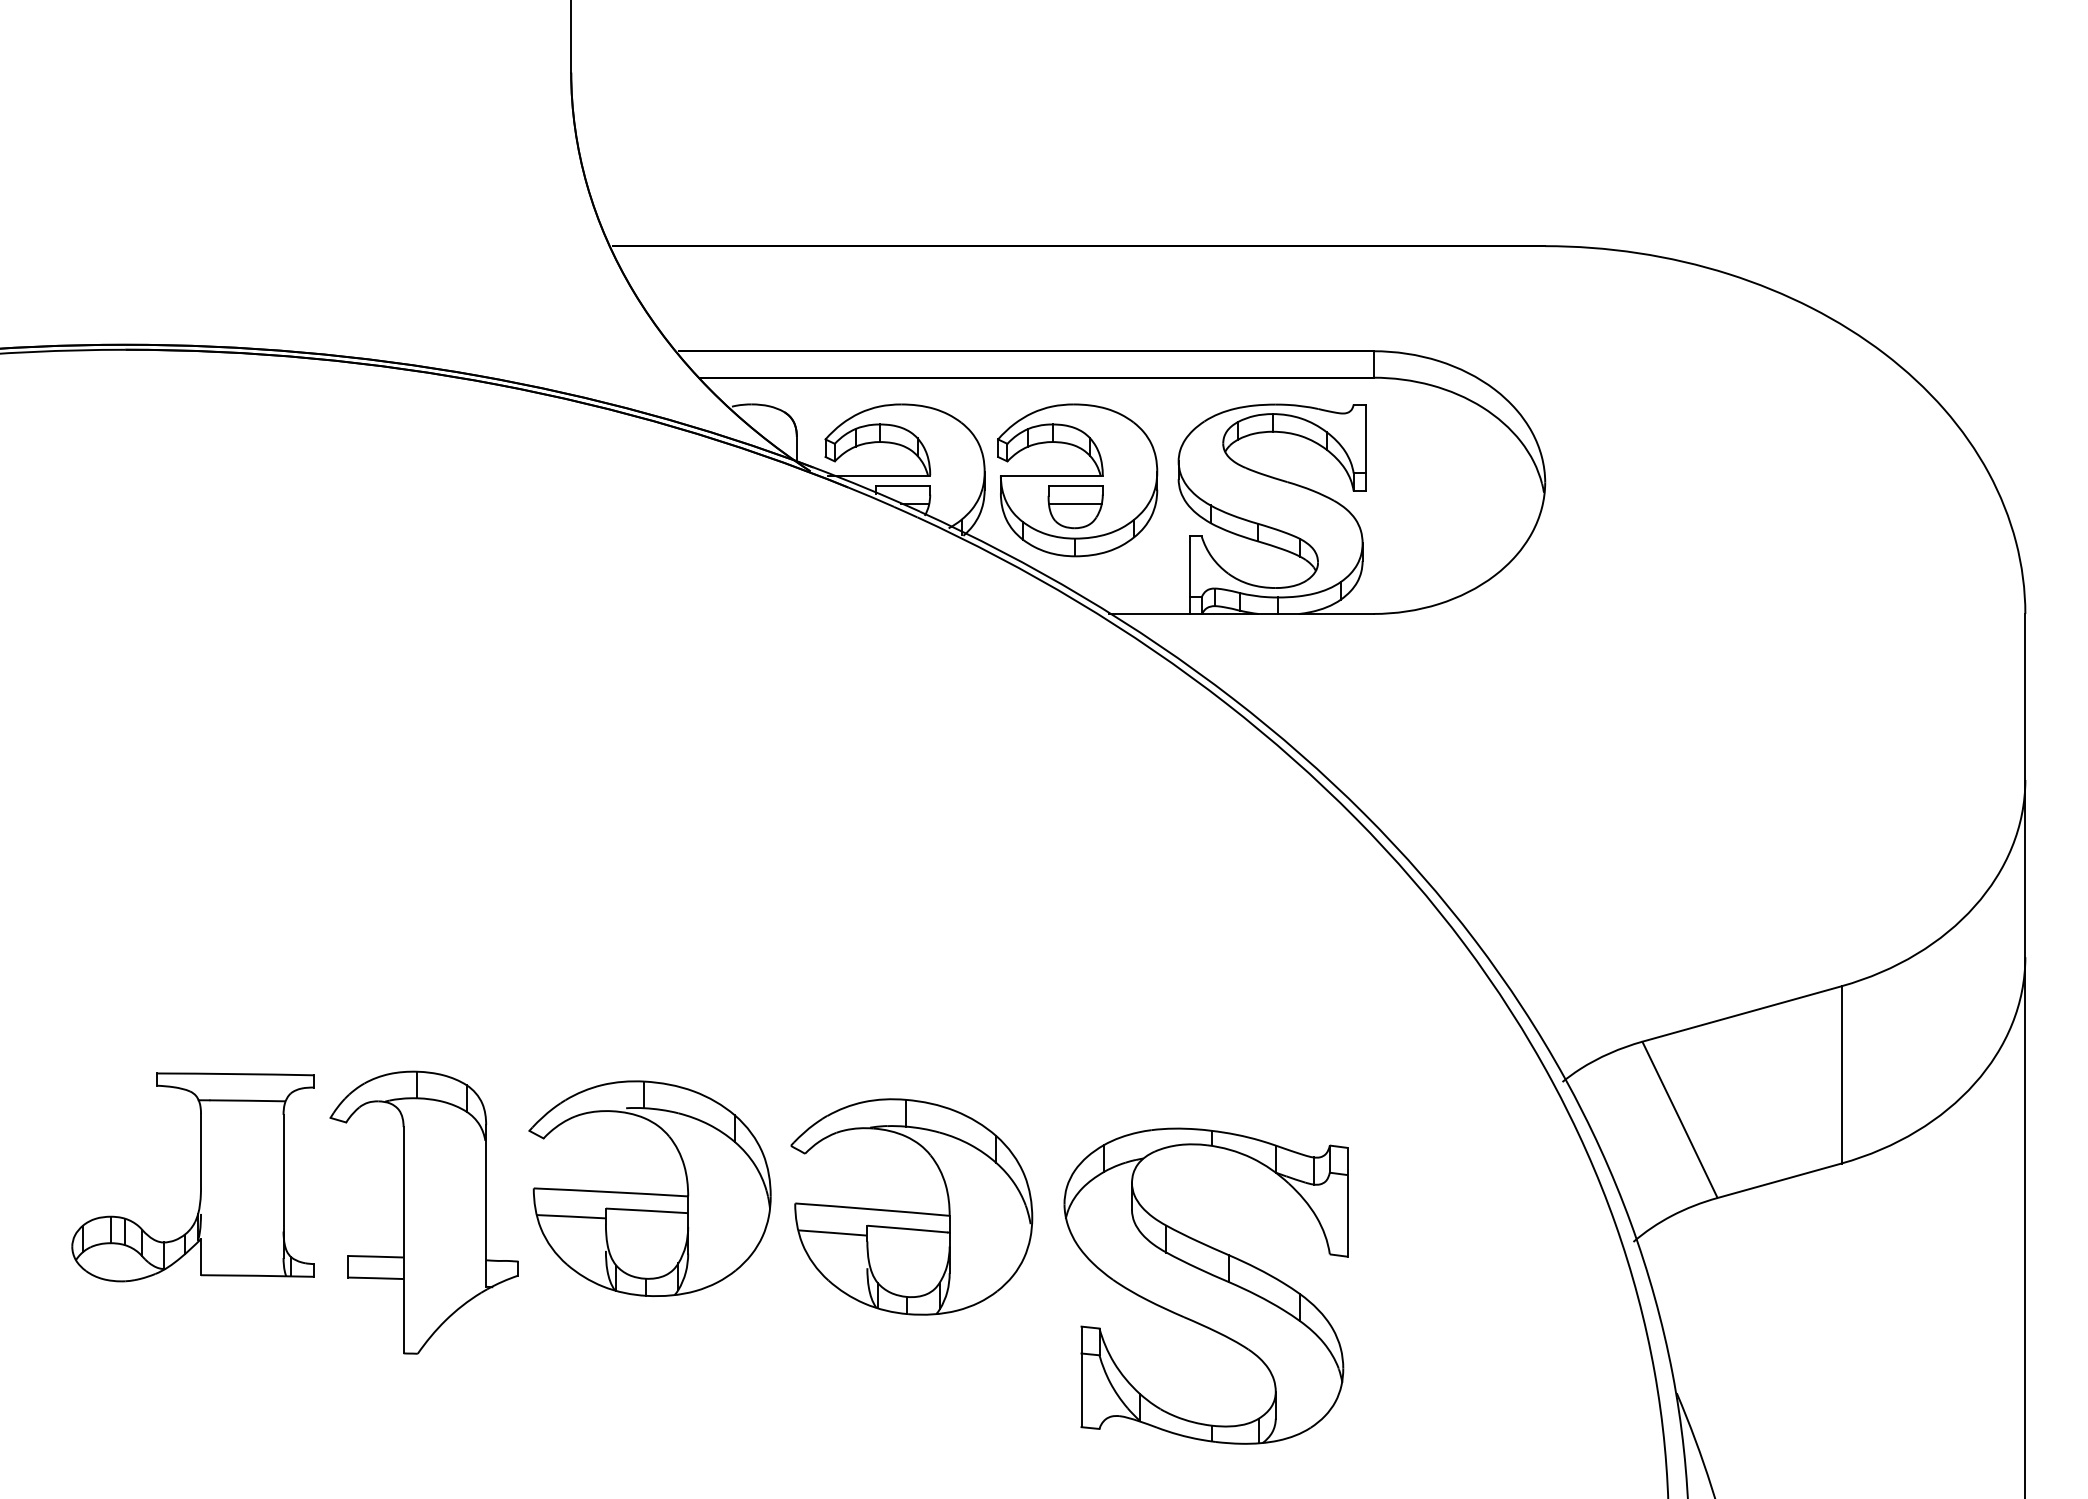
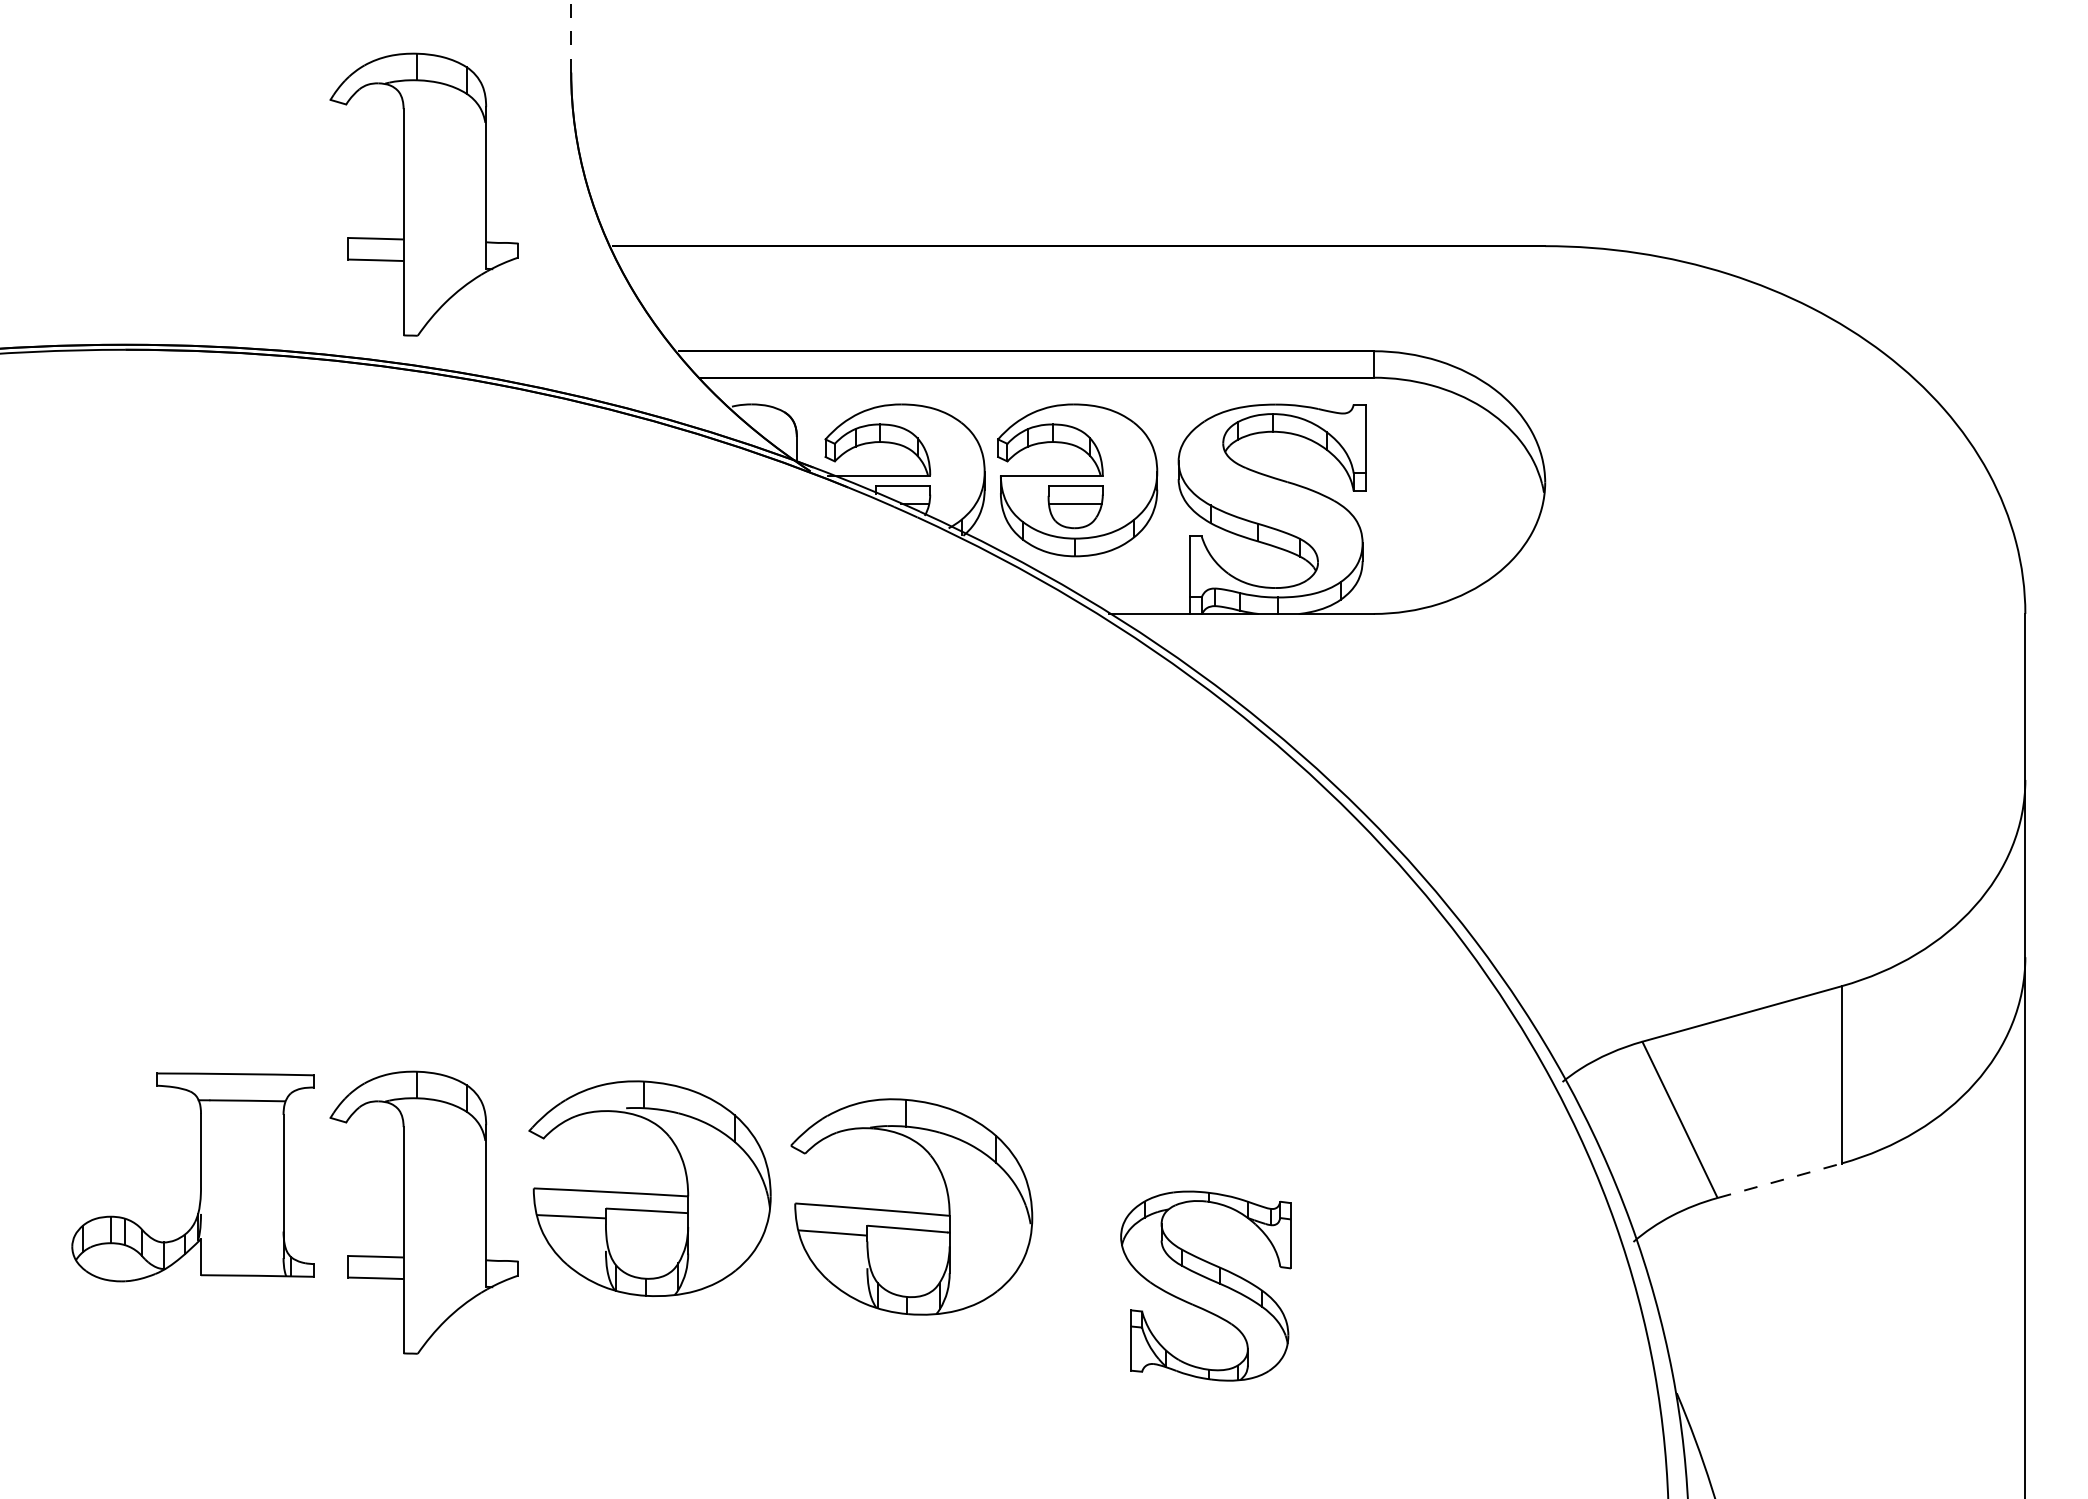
line at (571, 36): solid -> dashed
part at (423, 194): none -> present
line at (1780, 1180): solid -> dashed
part at (1205, 1285) size: 286x318 px -> 172x192 px
